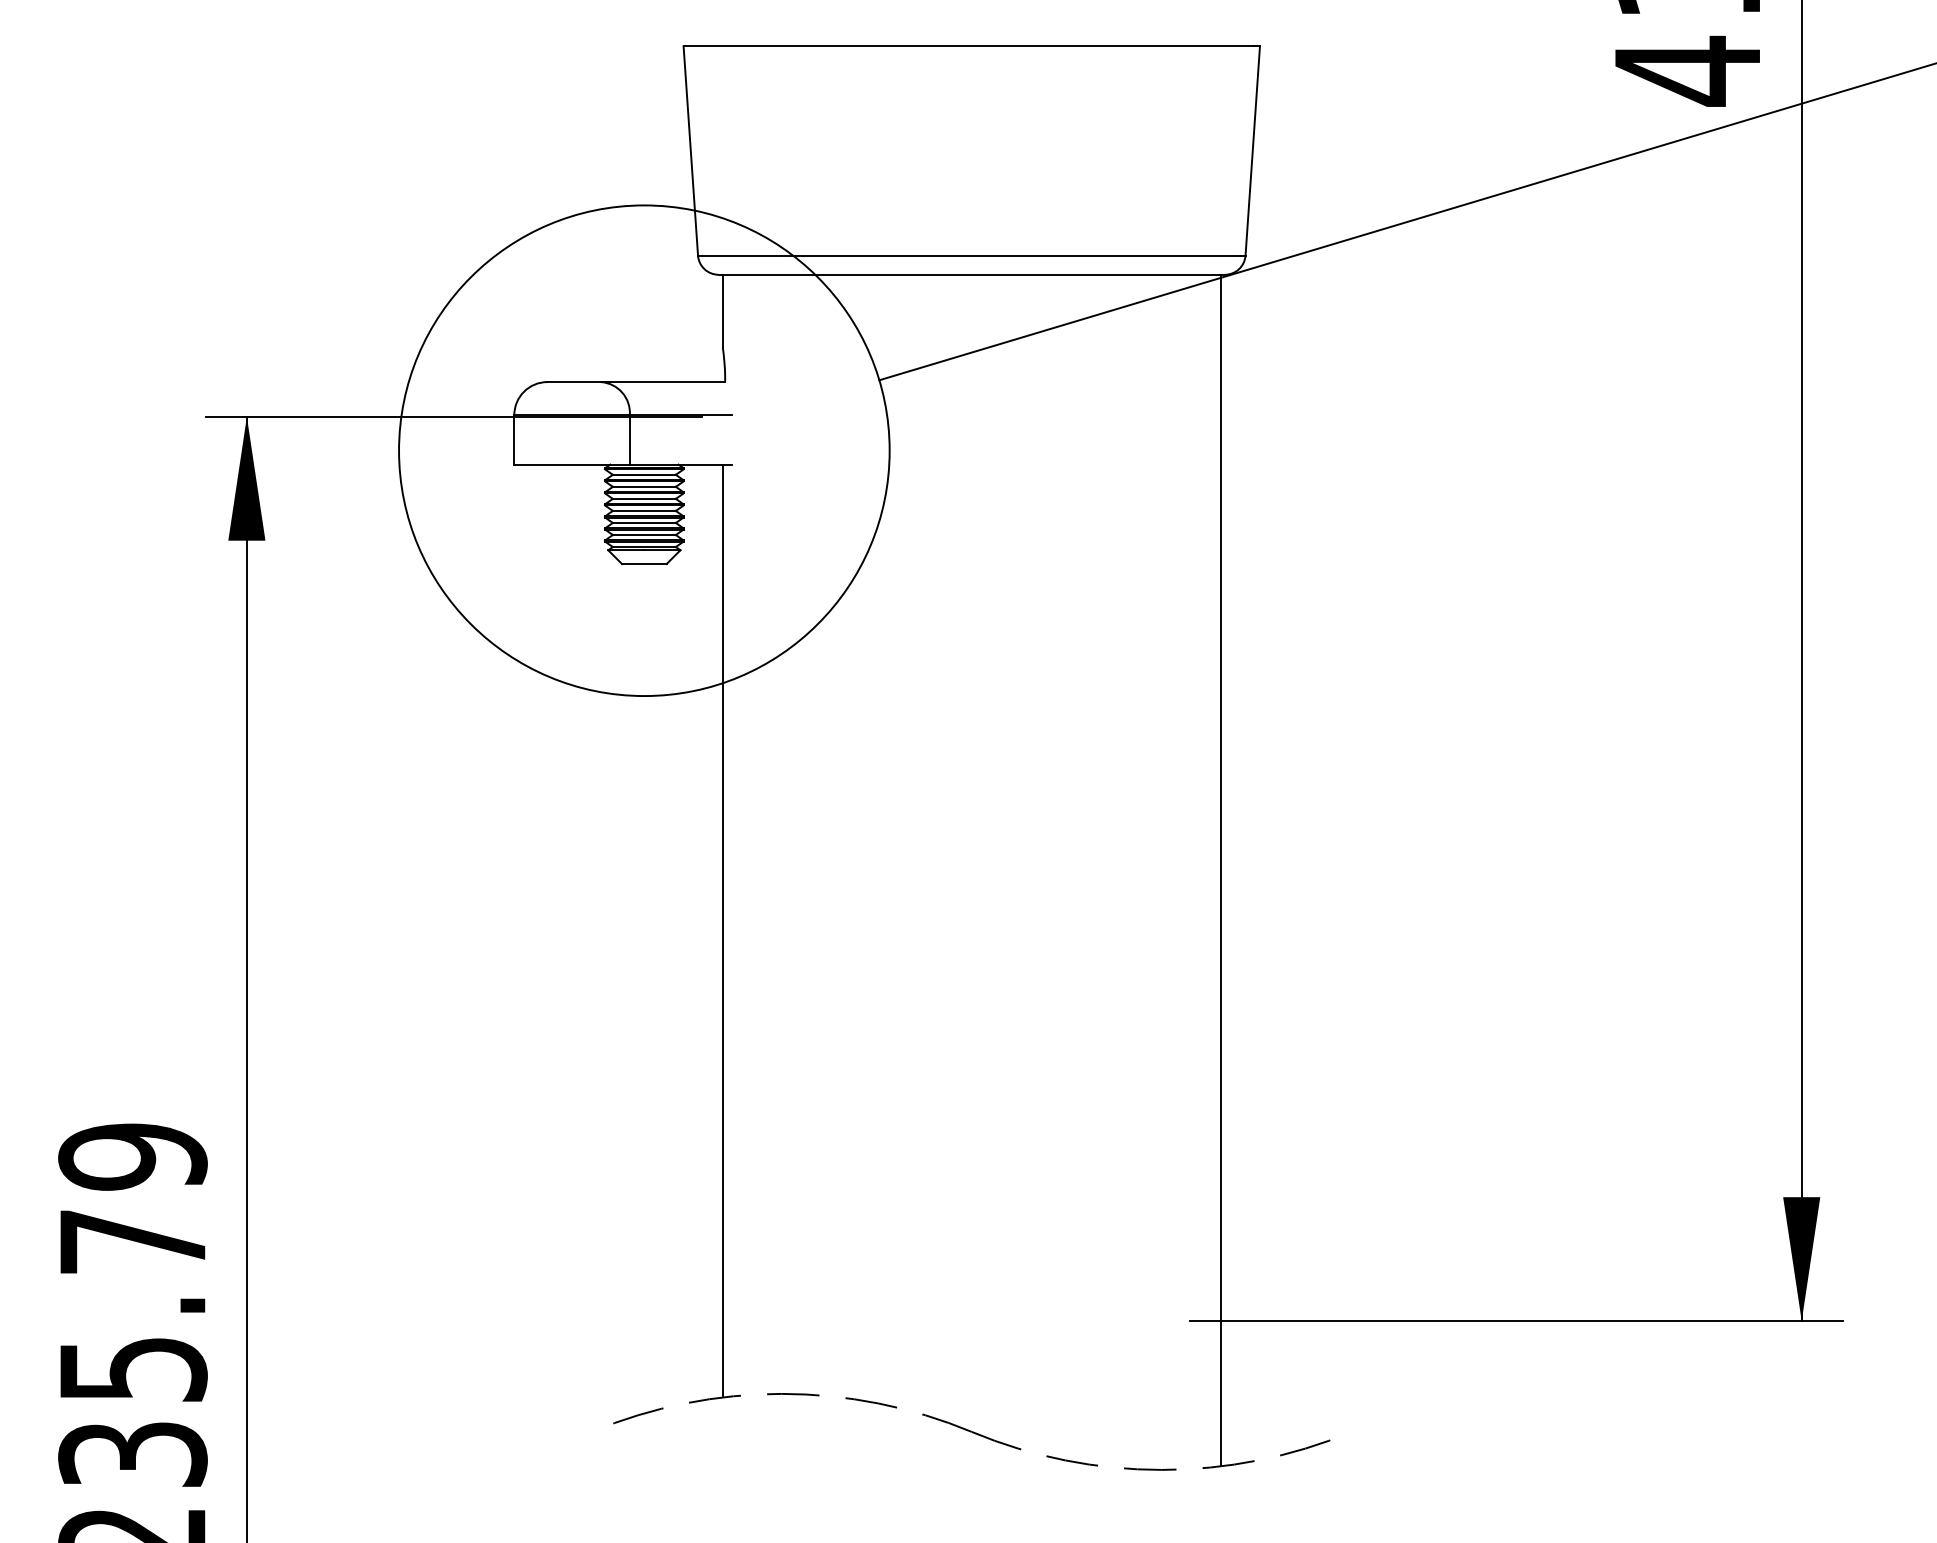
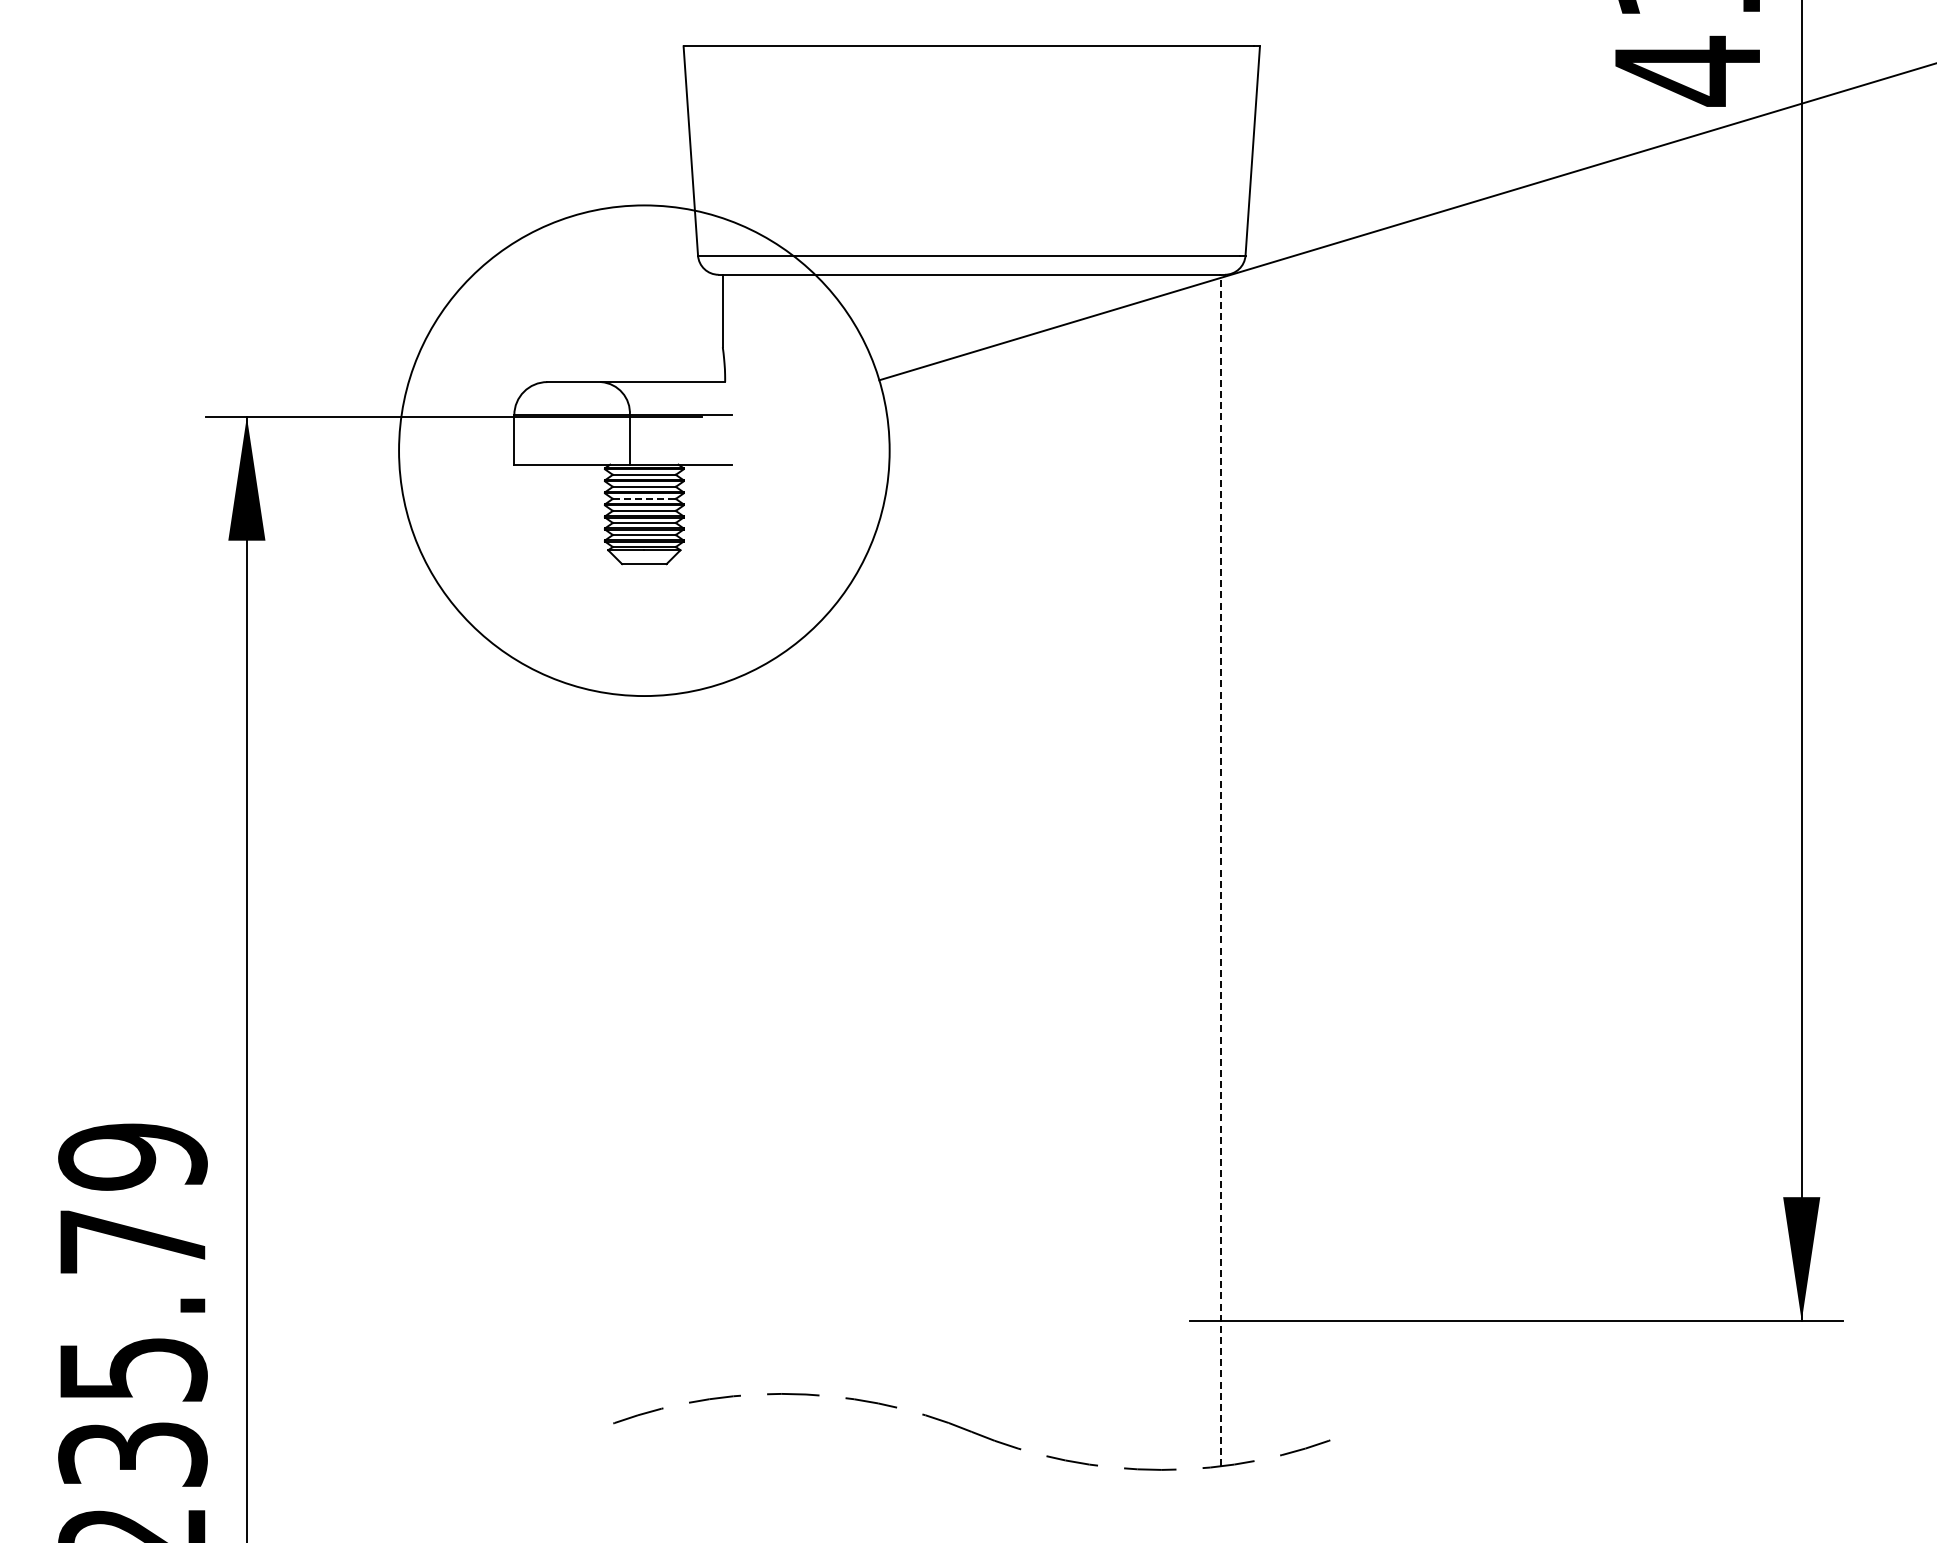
line at (644, 498): solid -> dashed
line at (1220, 870): solid -> dashed
line at (722, 930): present -> none
